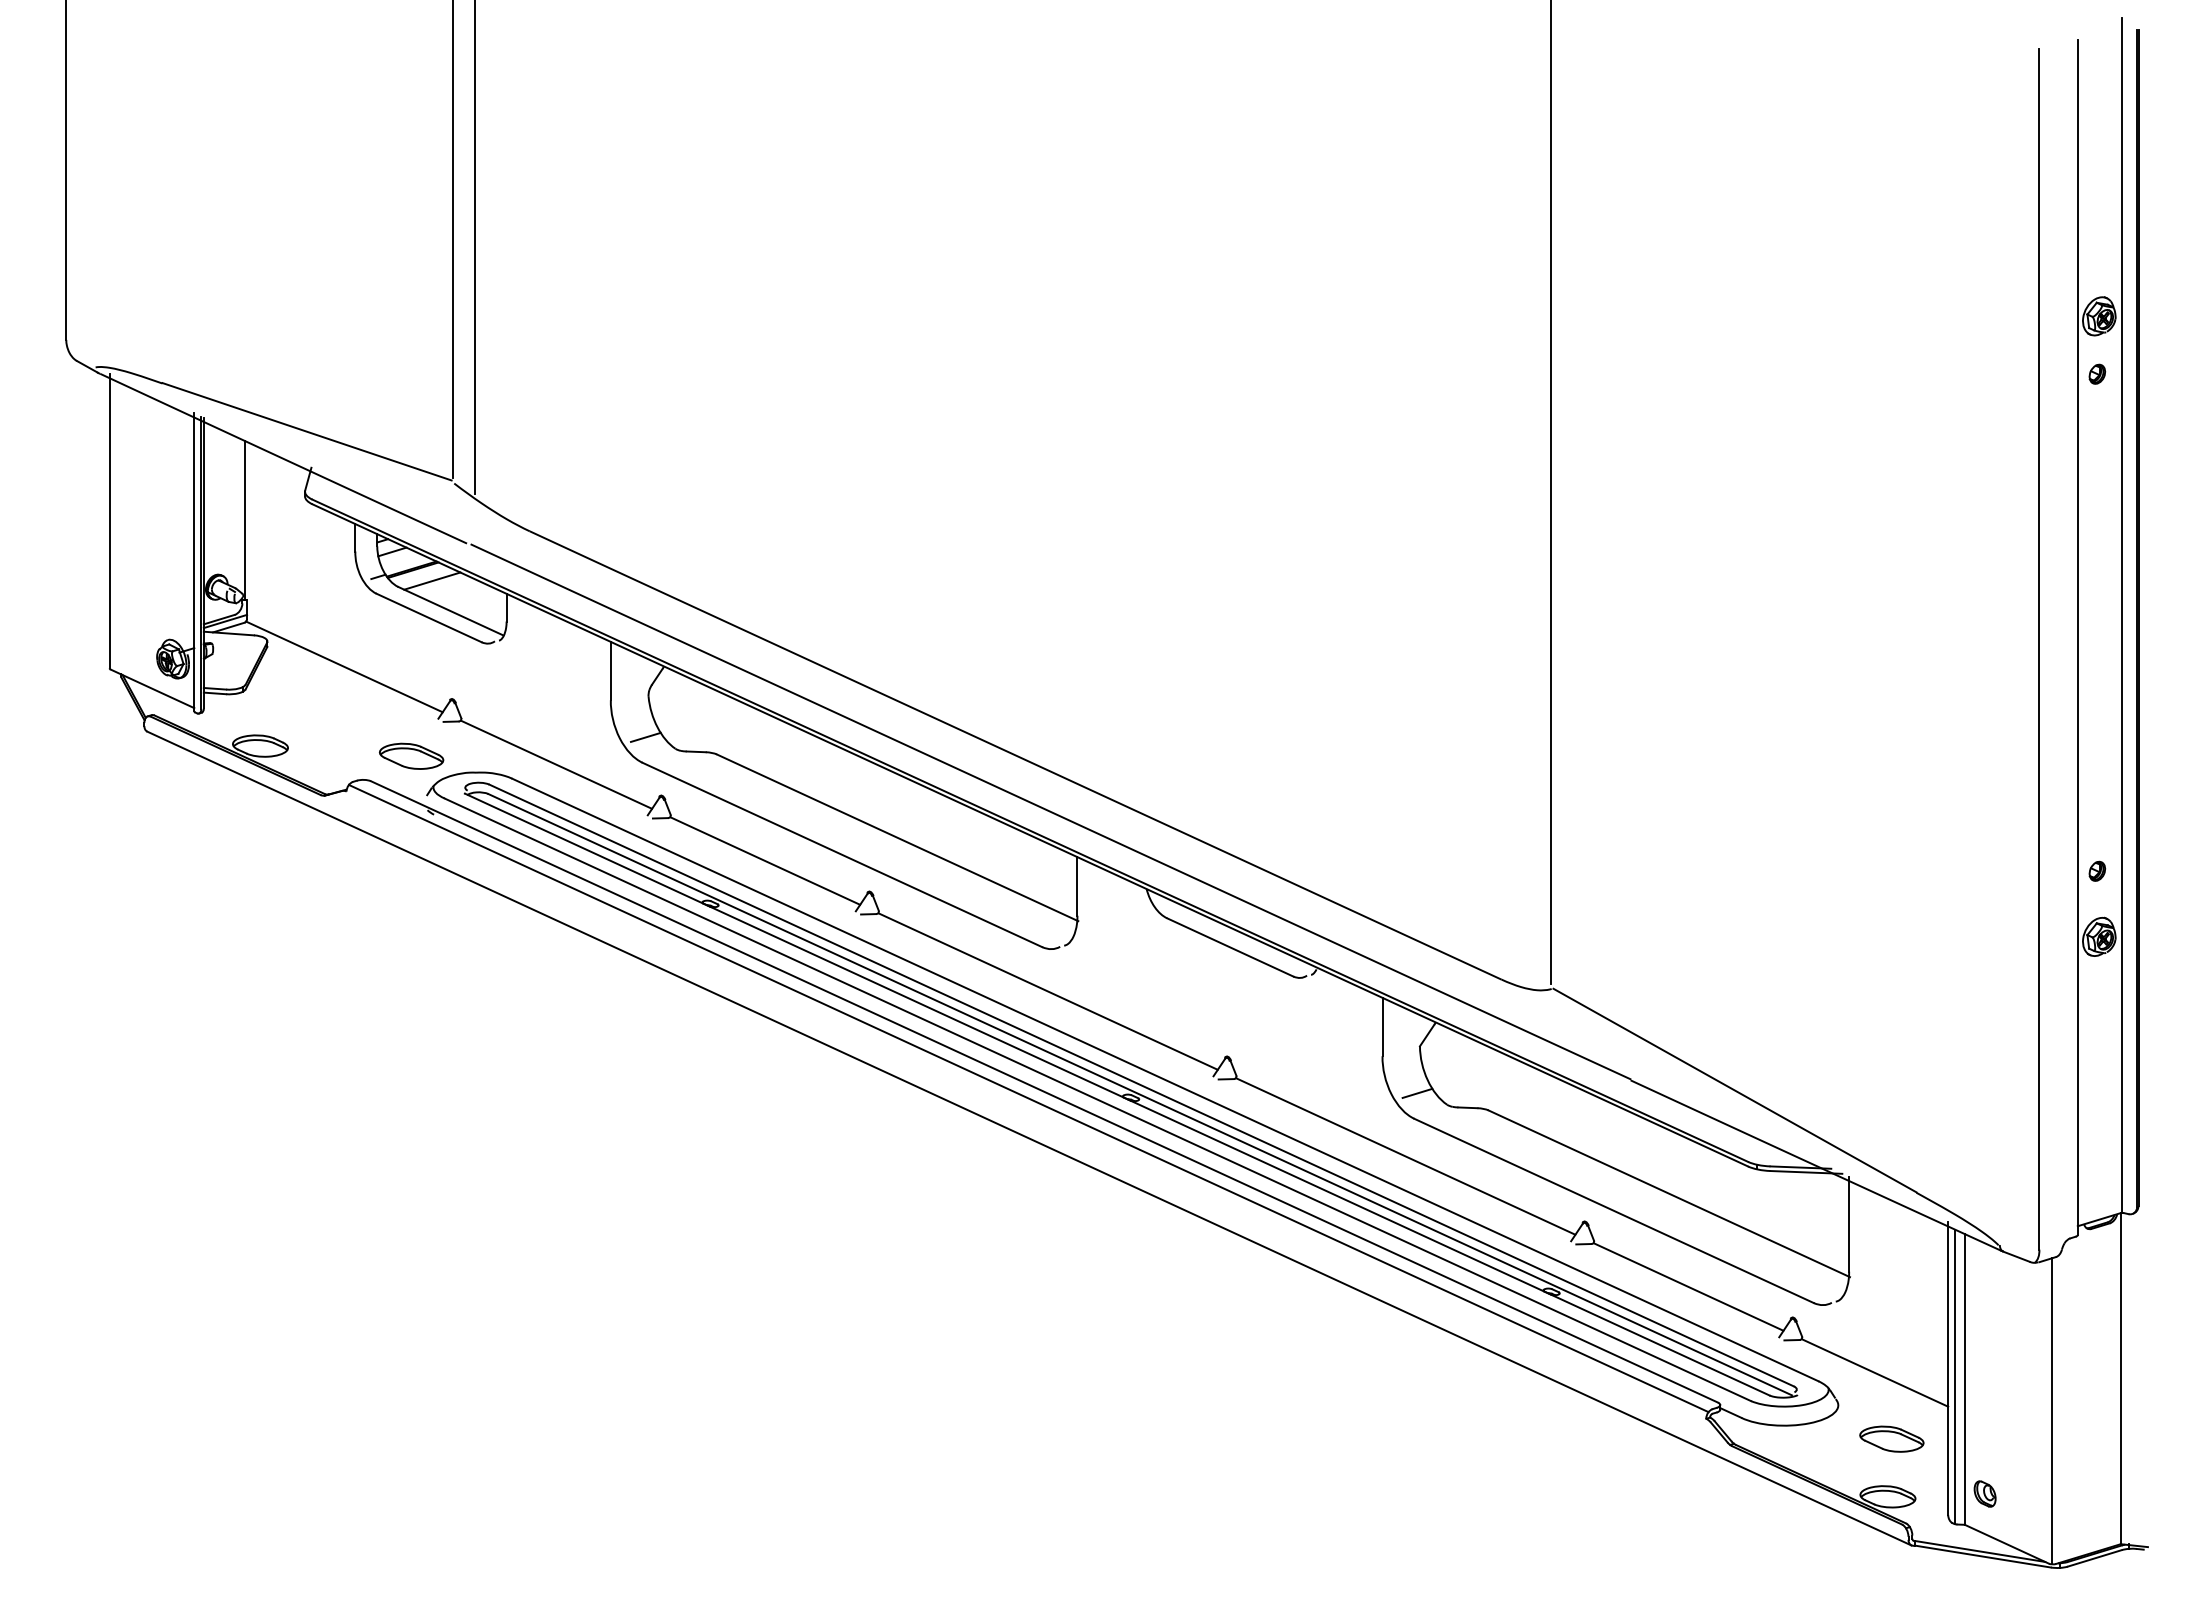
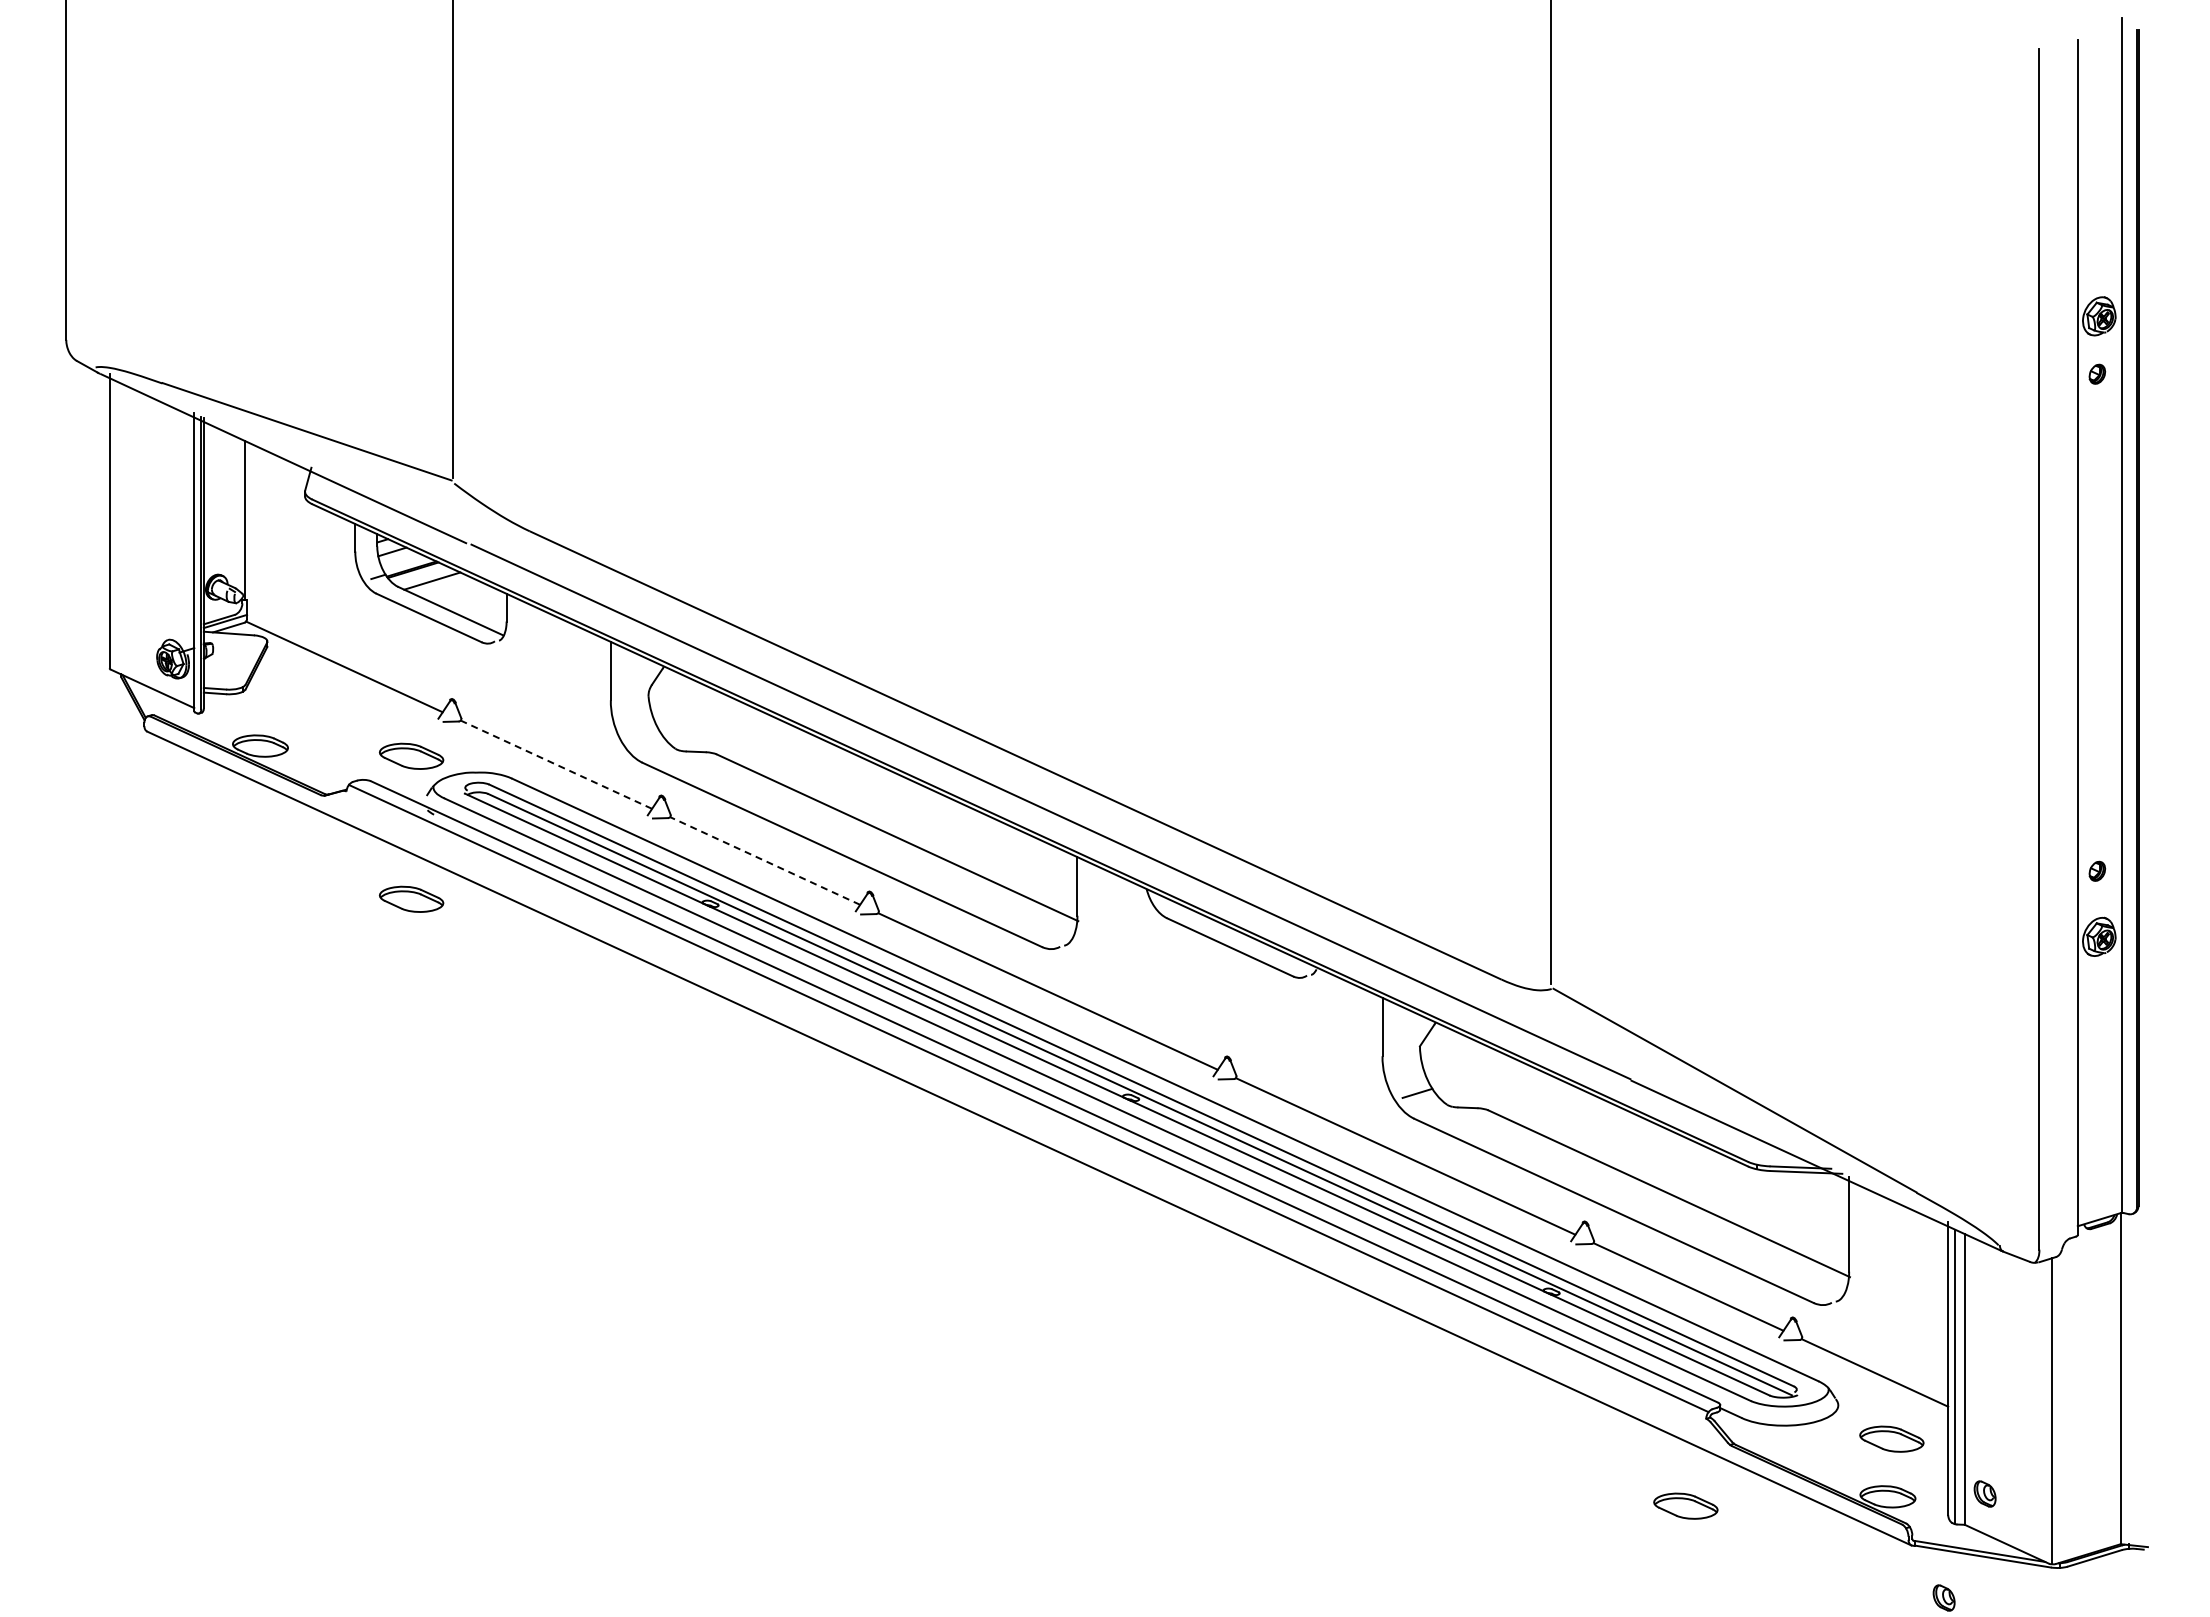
line at (475, 247): present -> none
line at (645, 736): present -> none
line at (556, 764): solid -> dashed
line at (764, 860): solid -> dashed
part at (411, 898): none -> present
part at (1685, 1505): none -> present
part at (1943, 1597): none -> present
